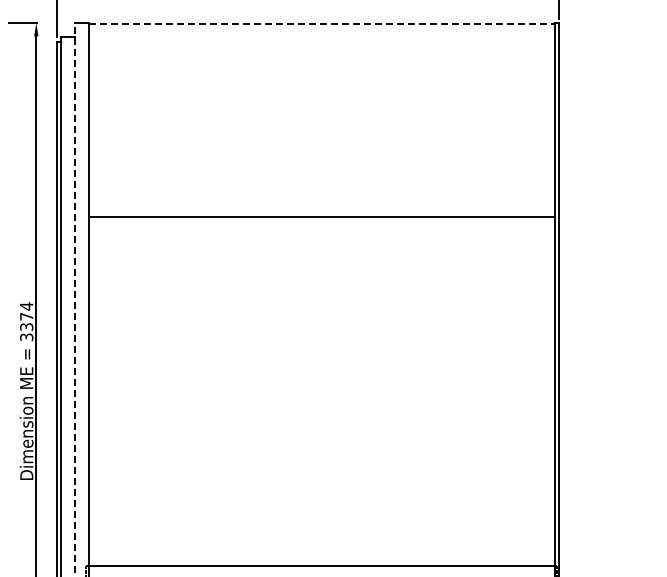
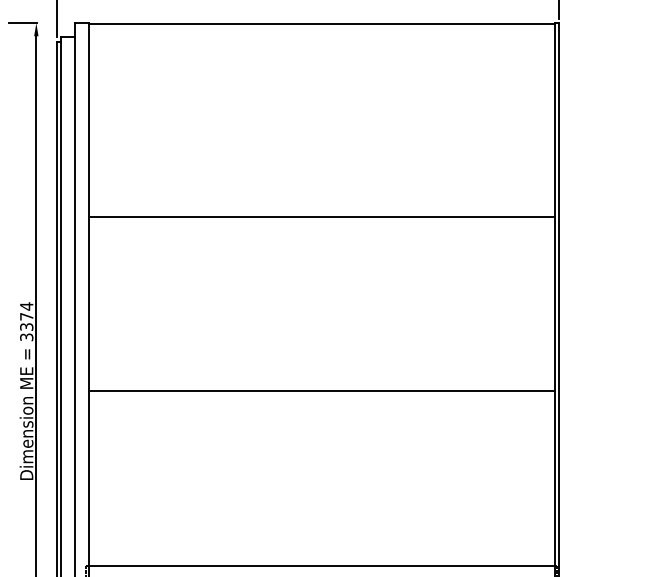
line at (322, 23): dashed -> solid
line at (75, 299): dashed -> solid
line at (321, 391): none -> present
